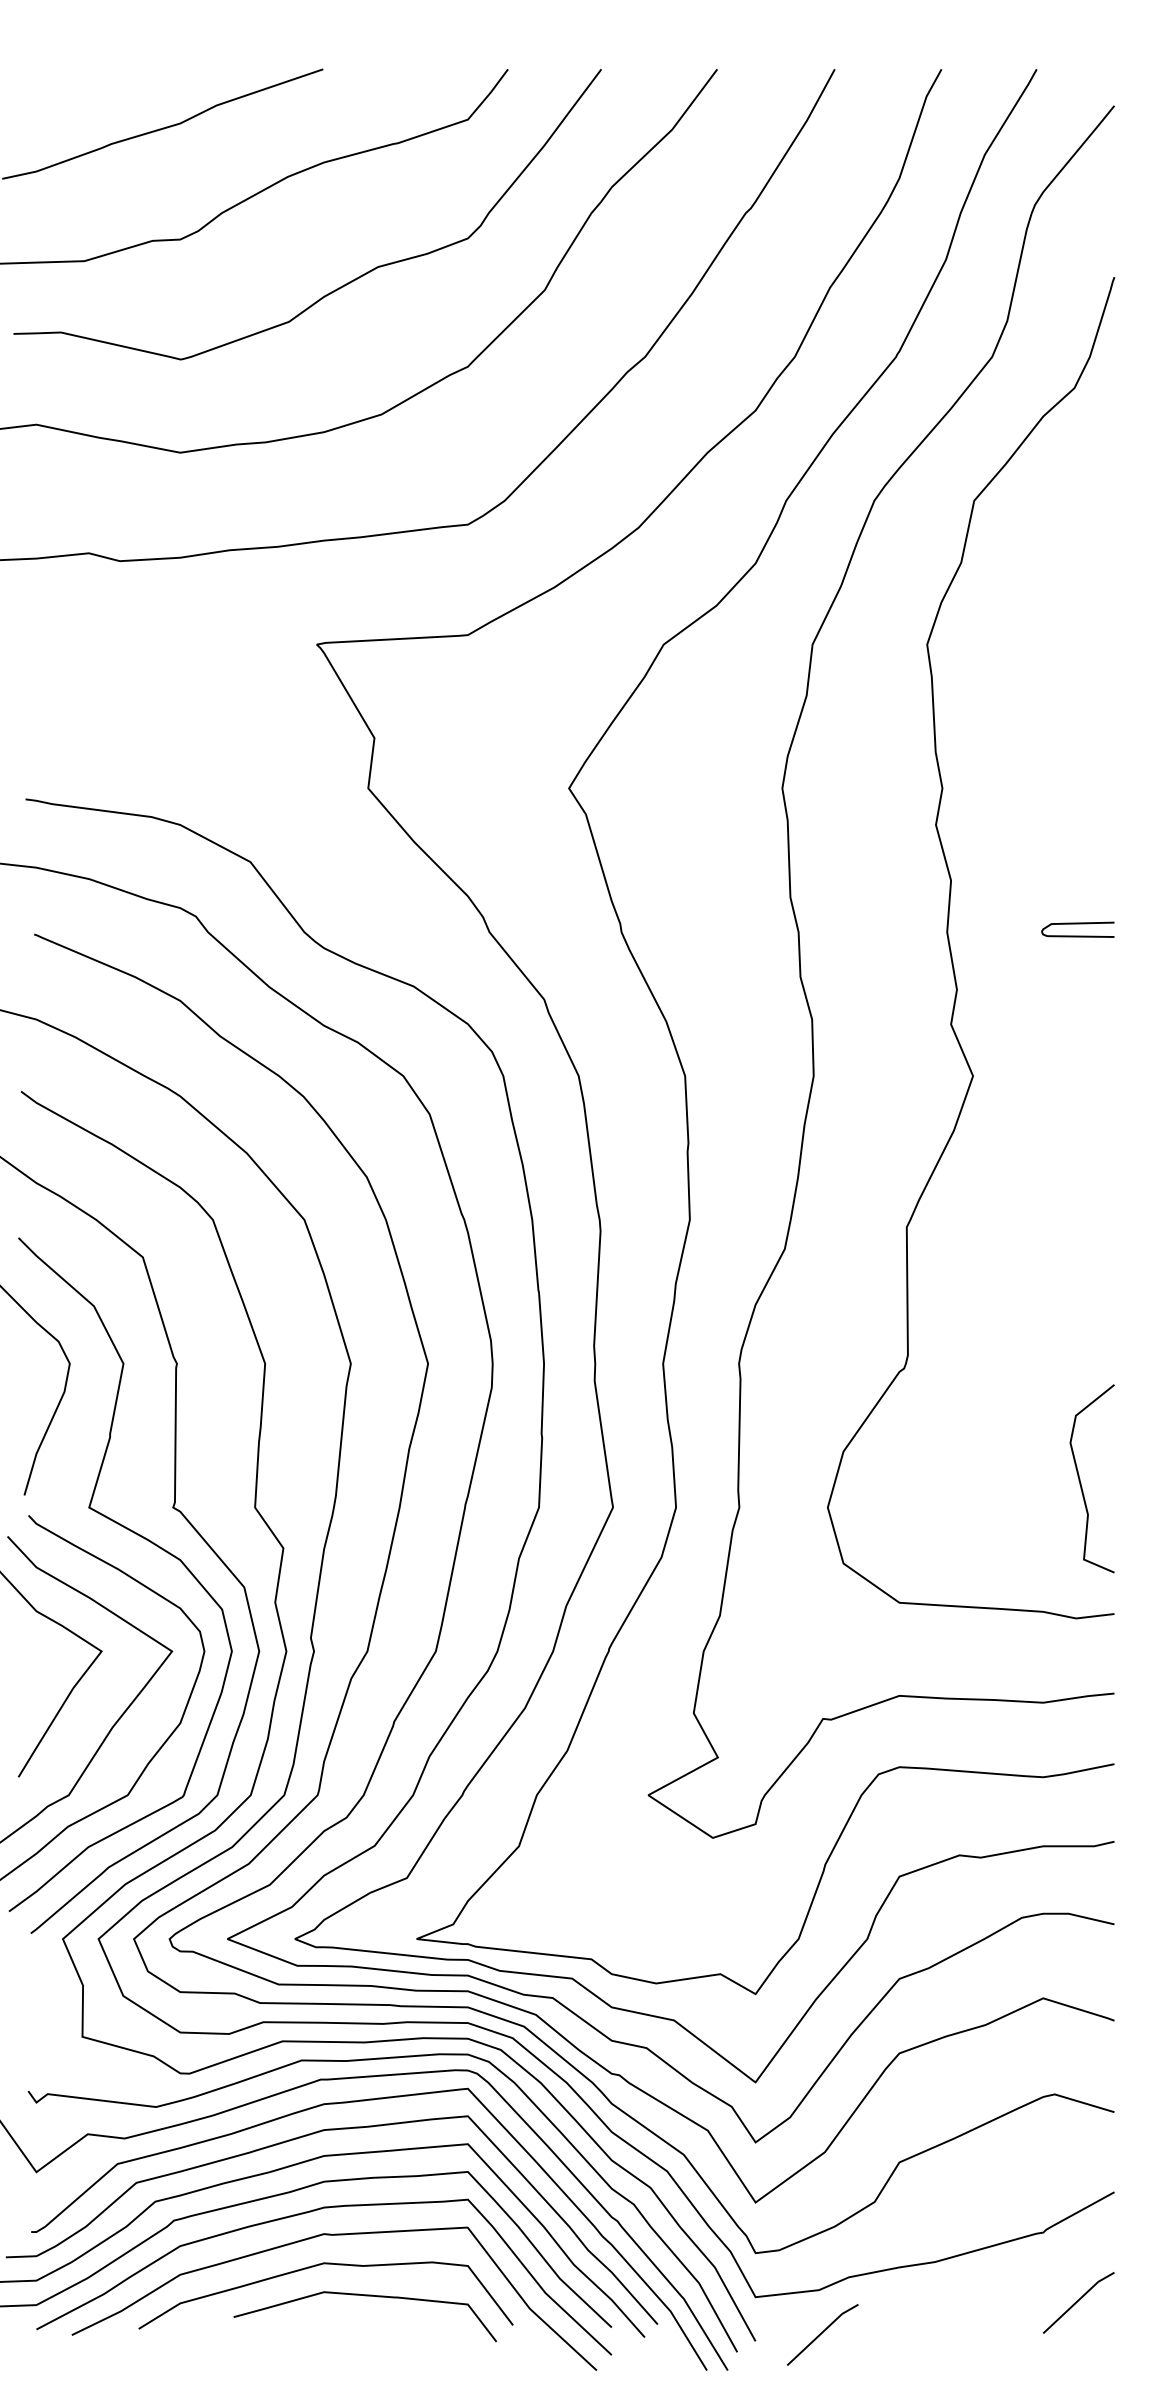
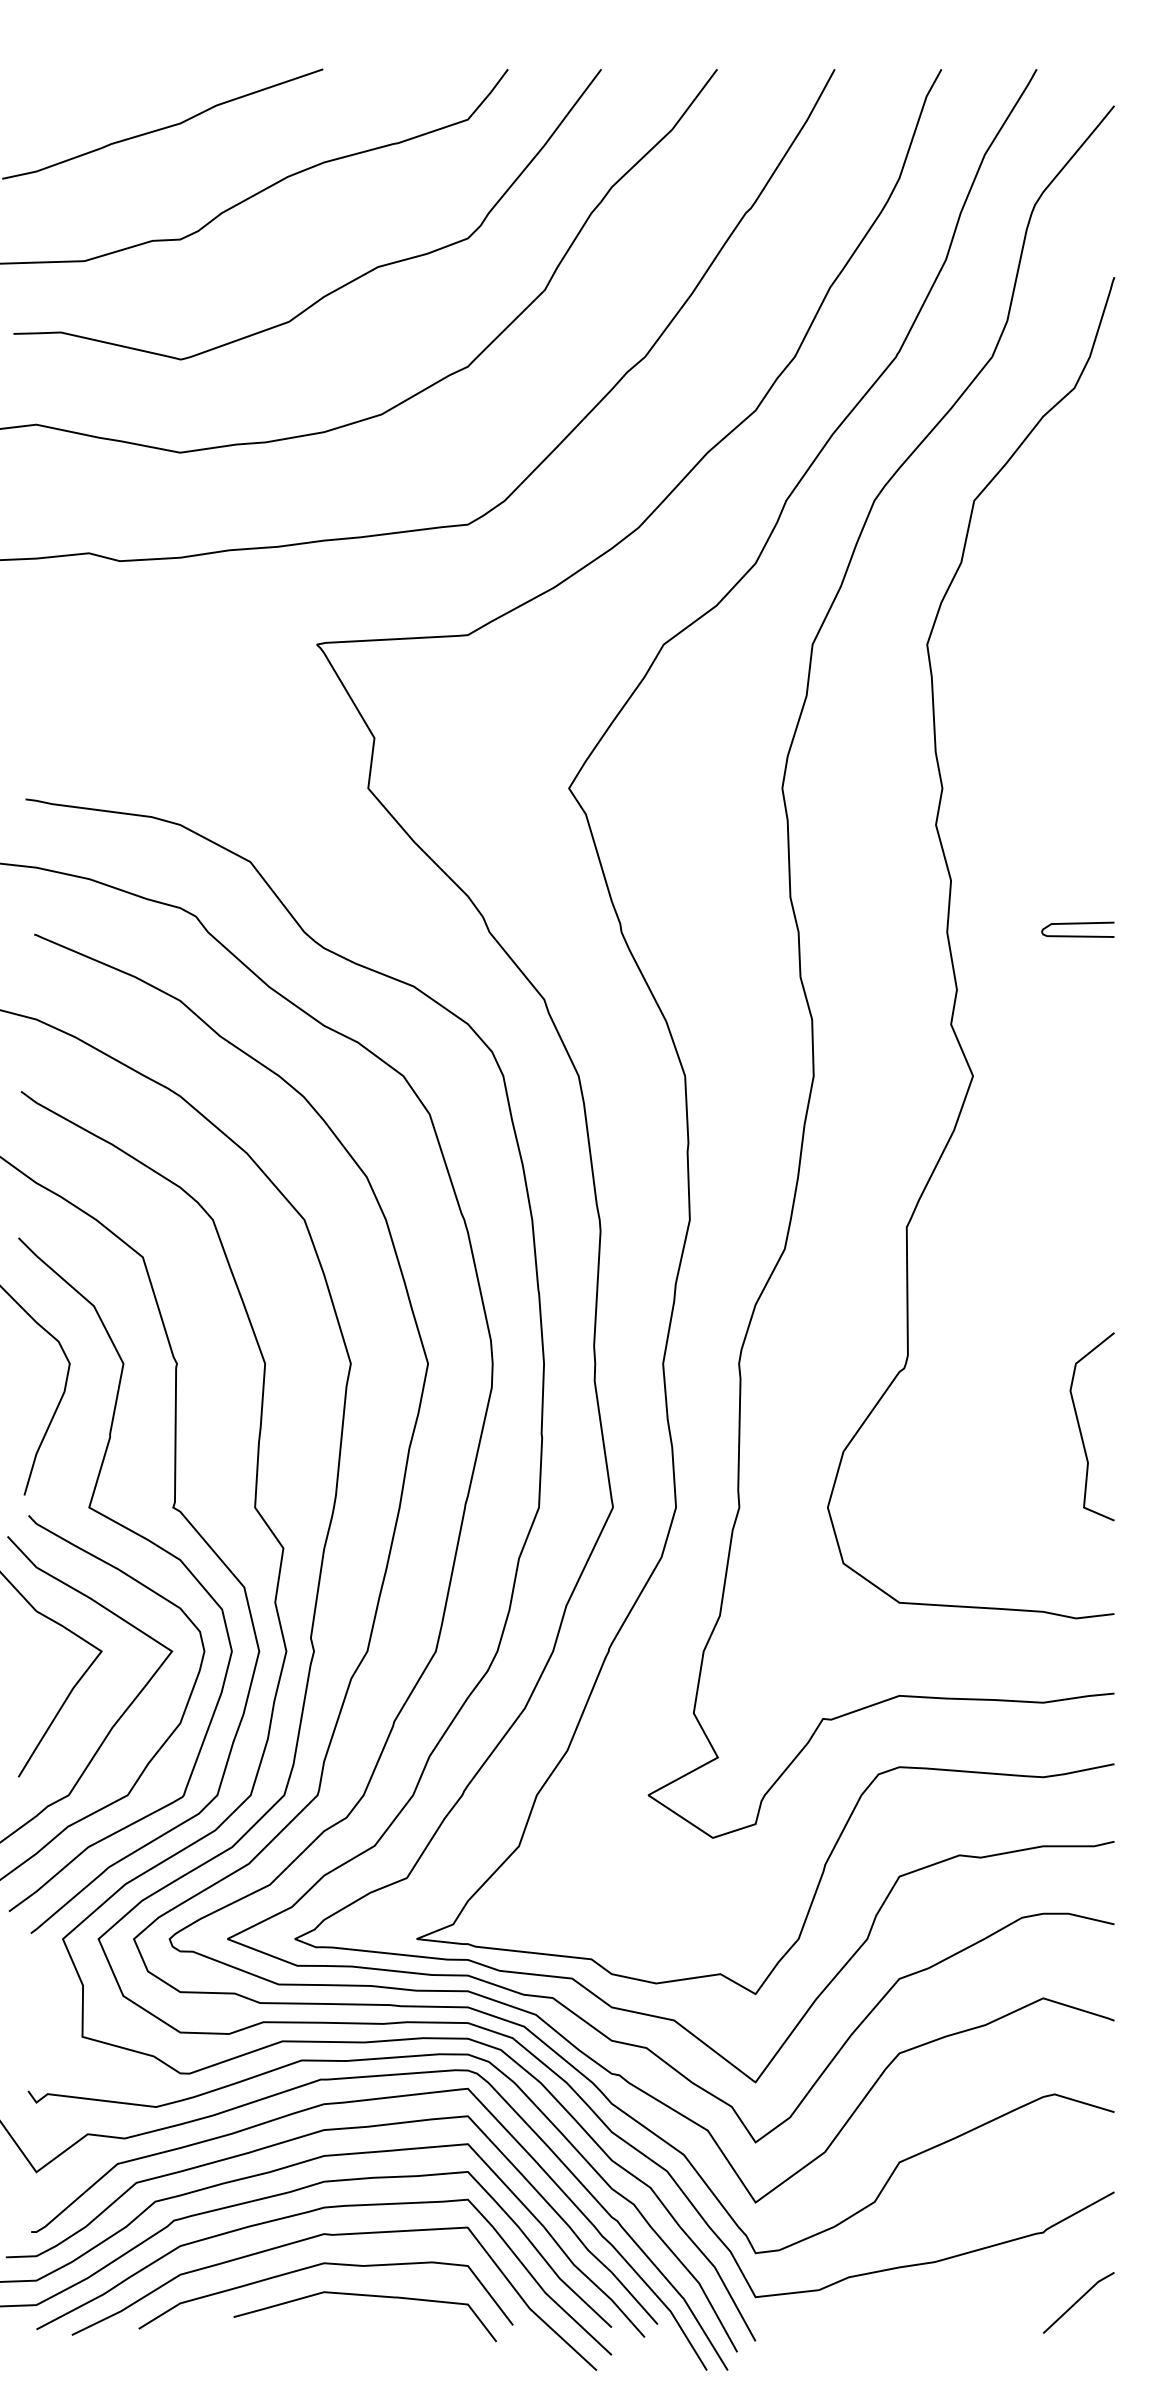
curve at (1081, 1482) position: (1081, 1482) -> (1081, 1430)
line at (822, 2333): present -> none
